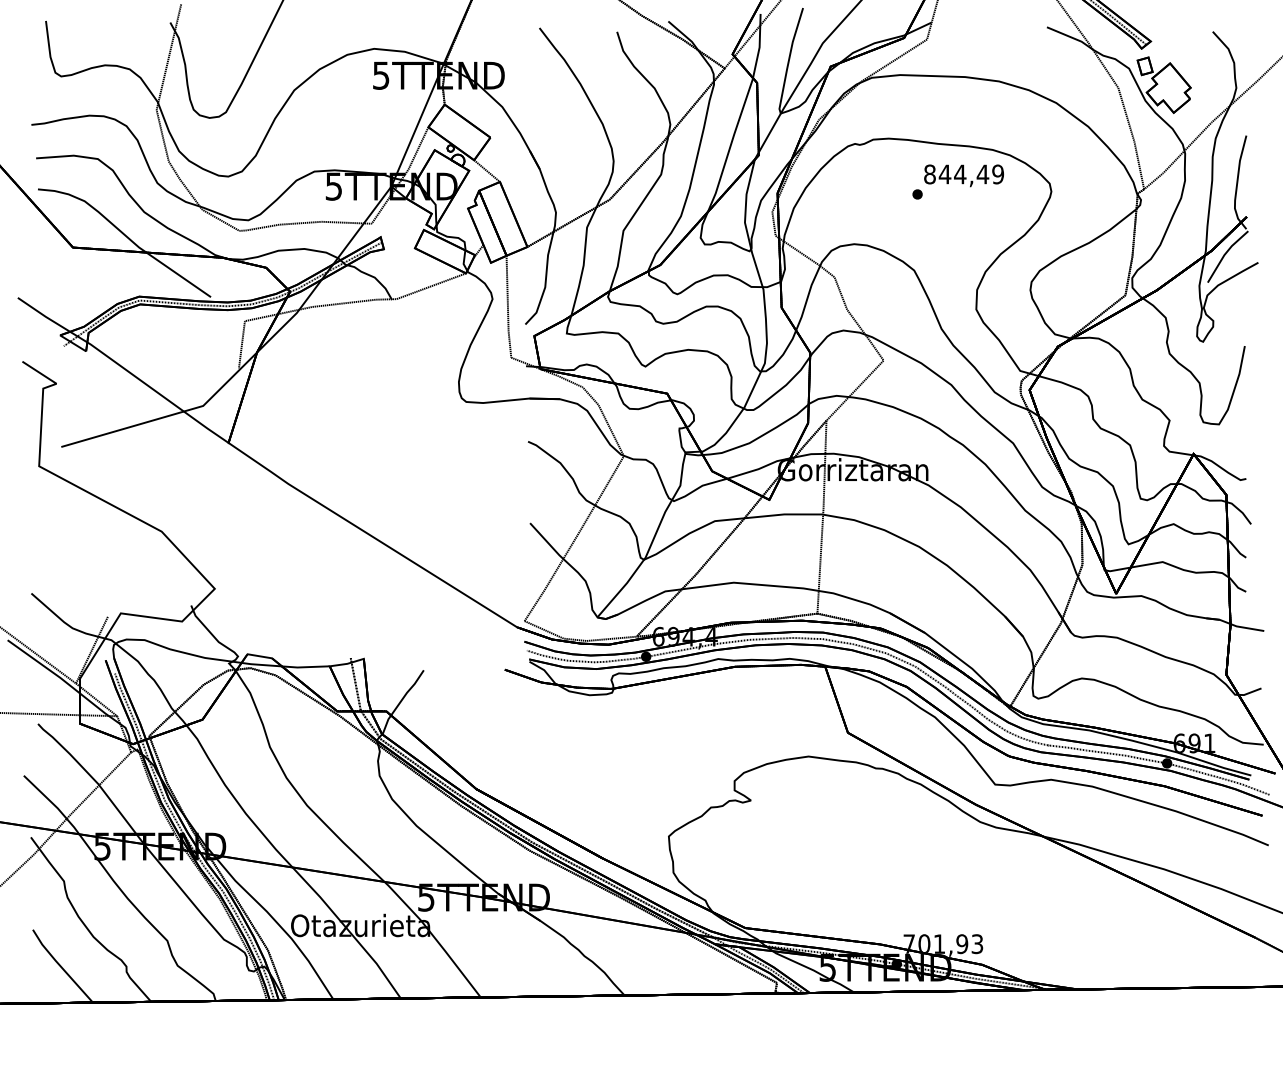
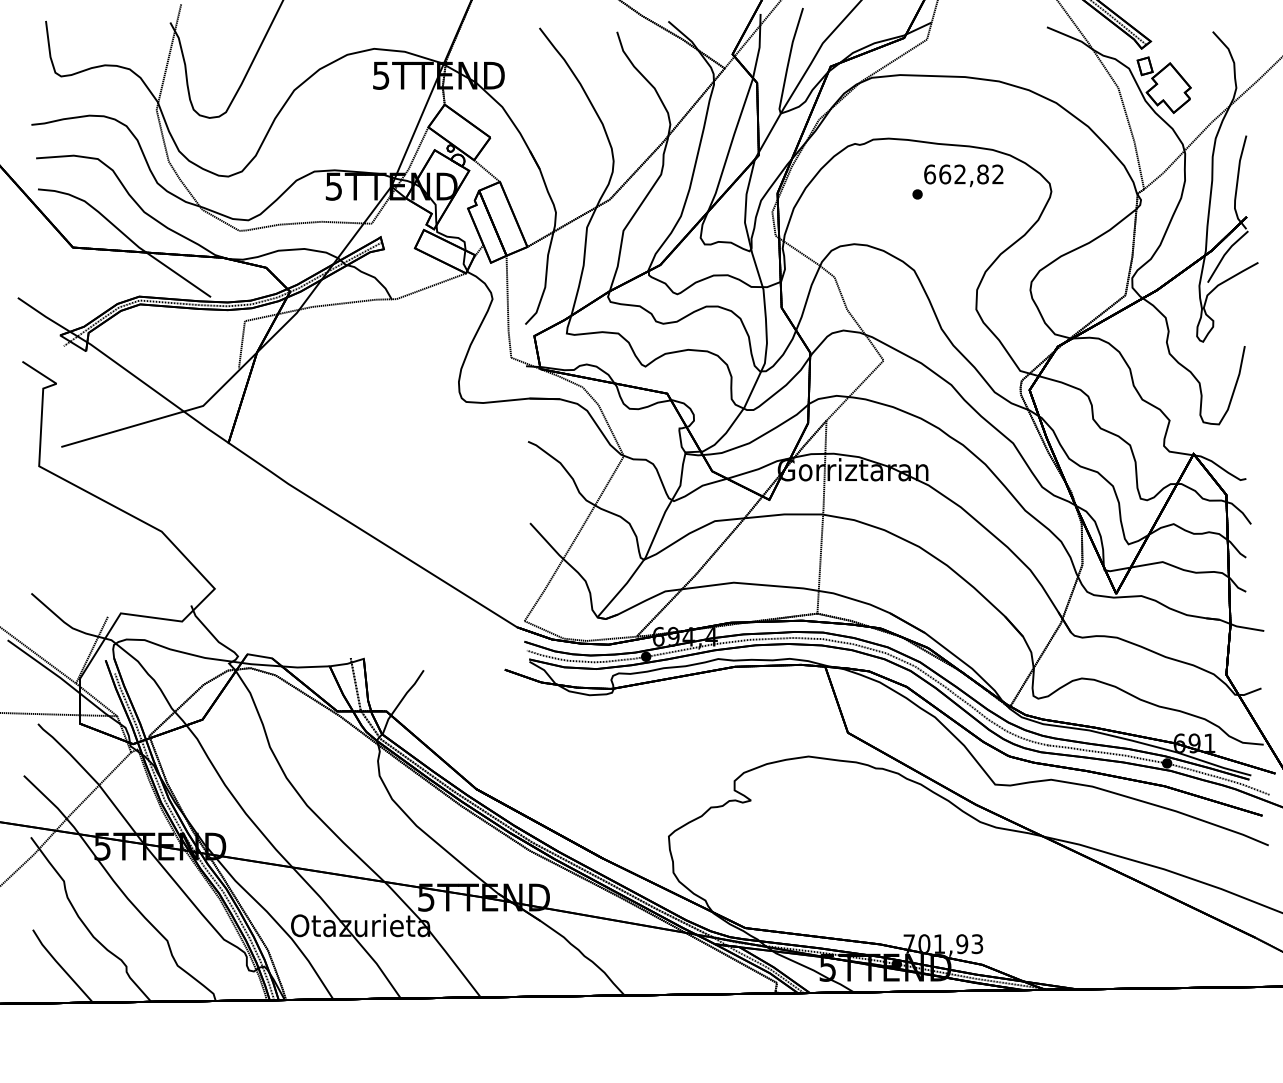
text at (964, 174): 844,49 -> 662,82
